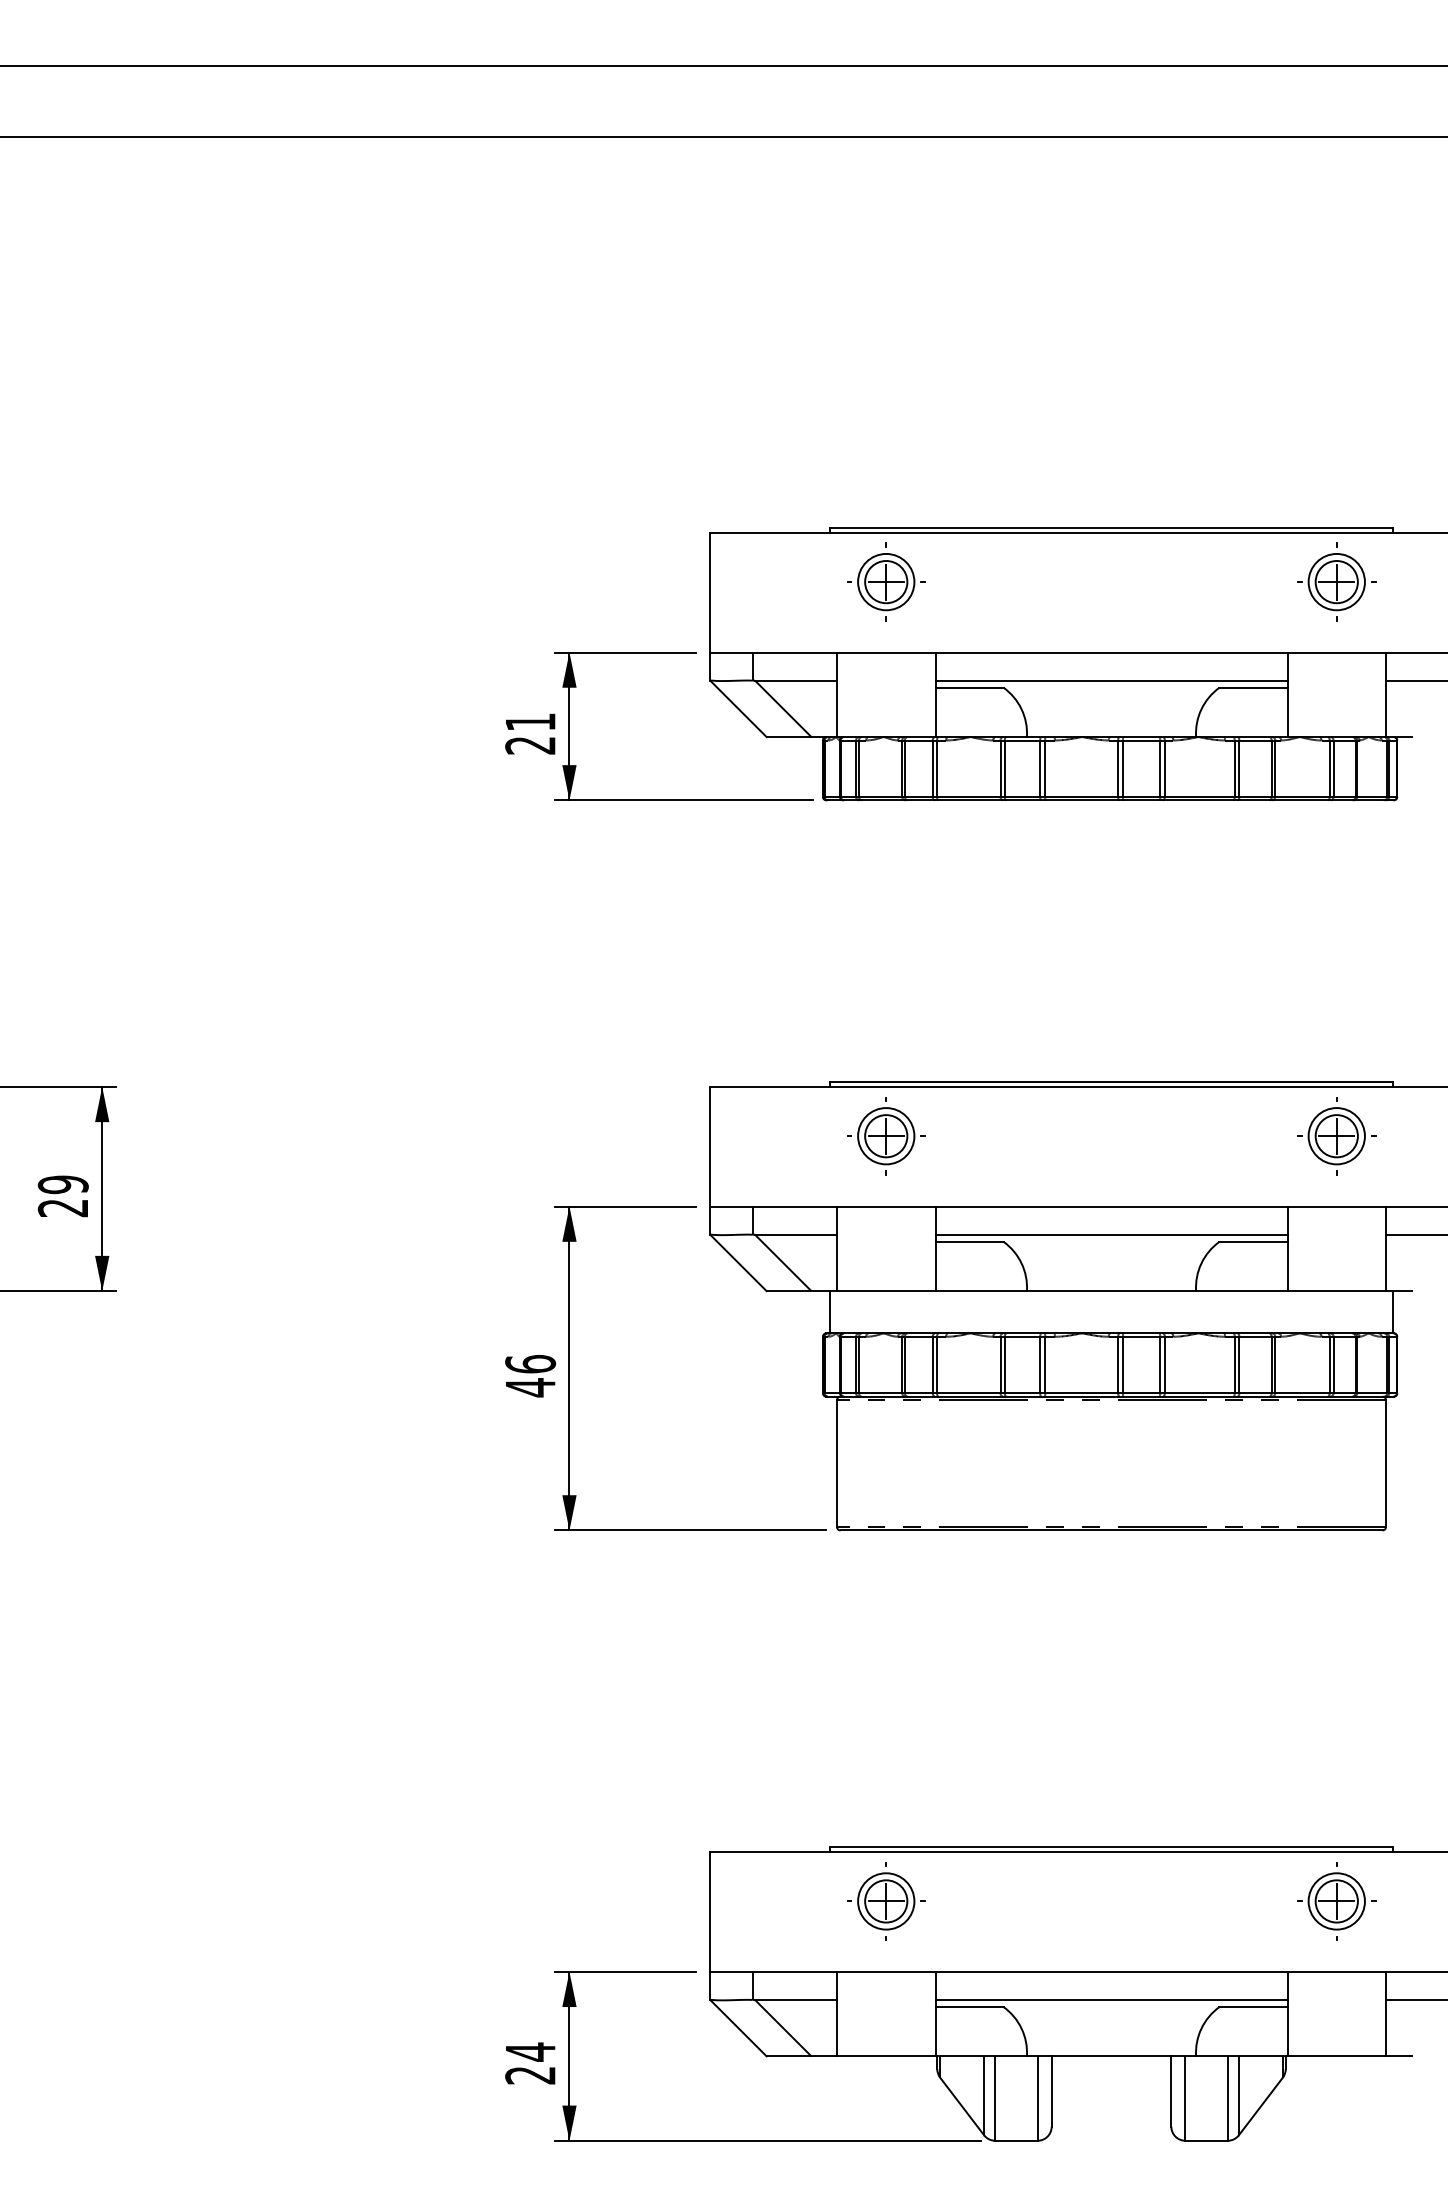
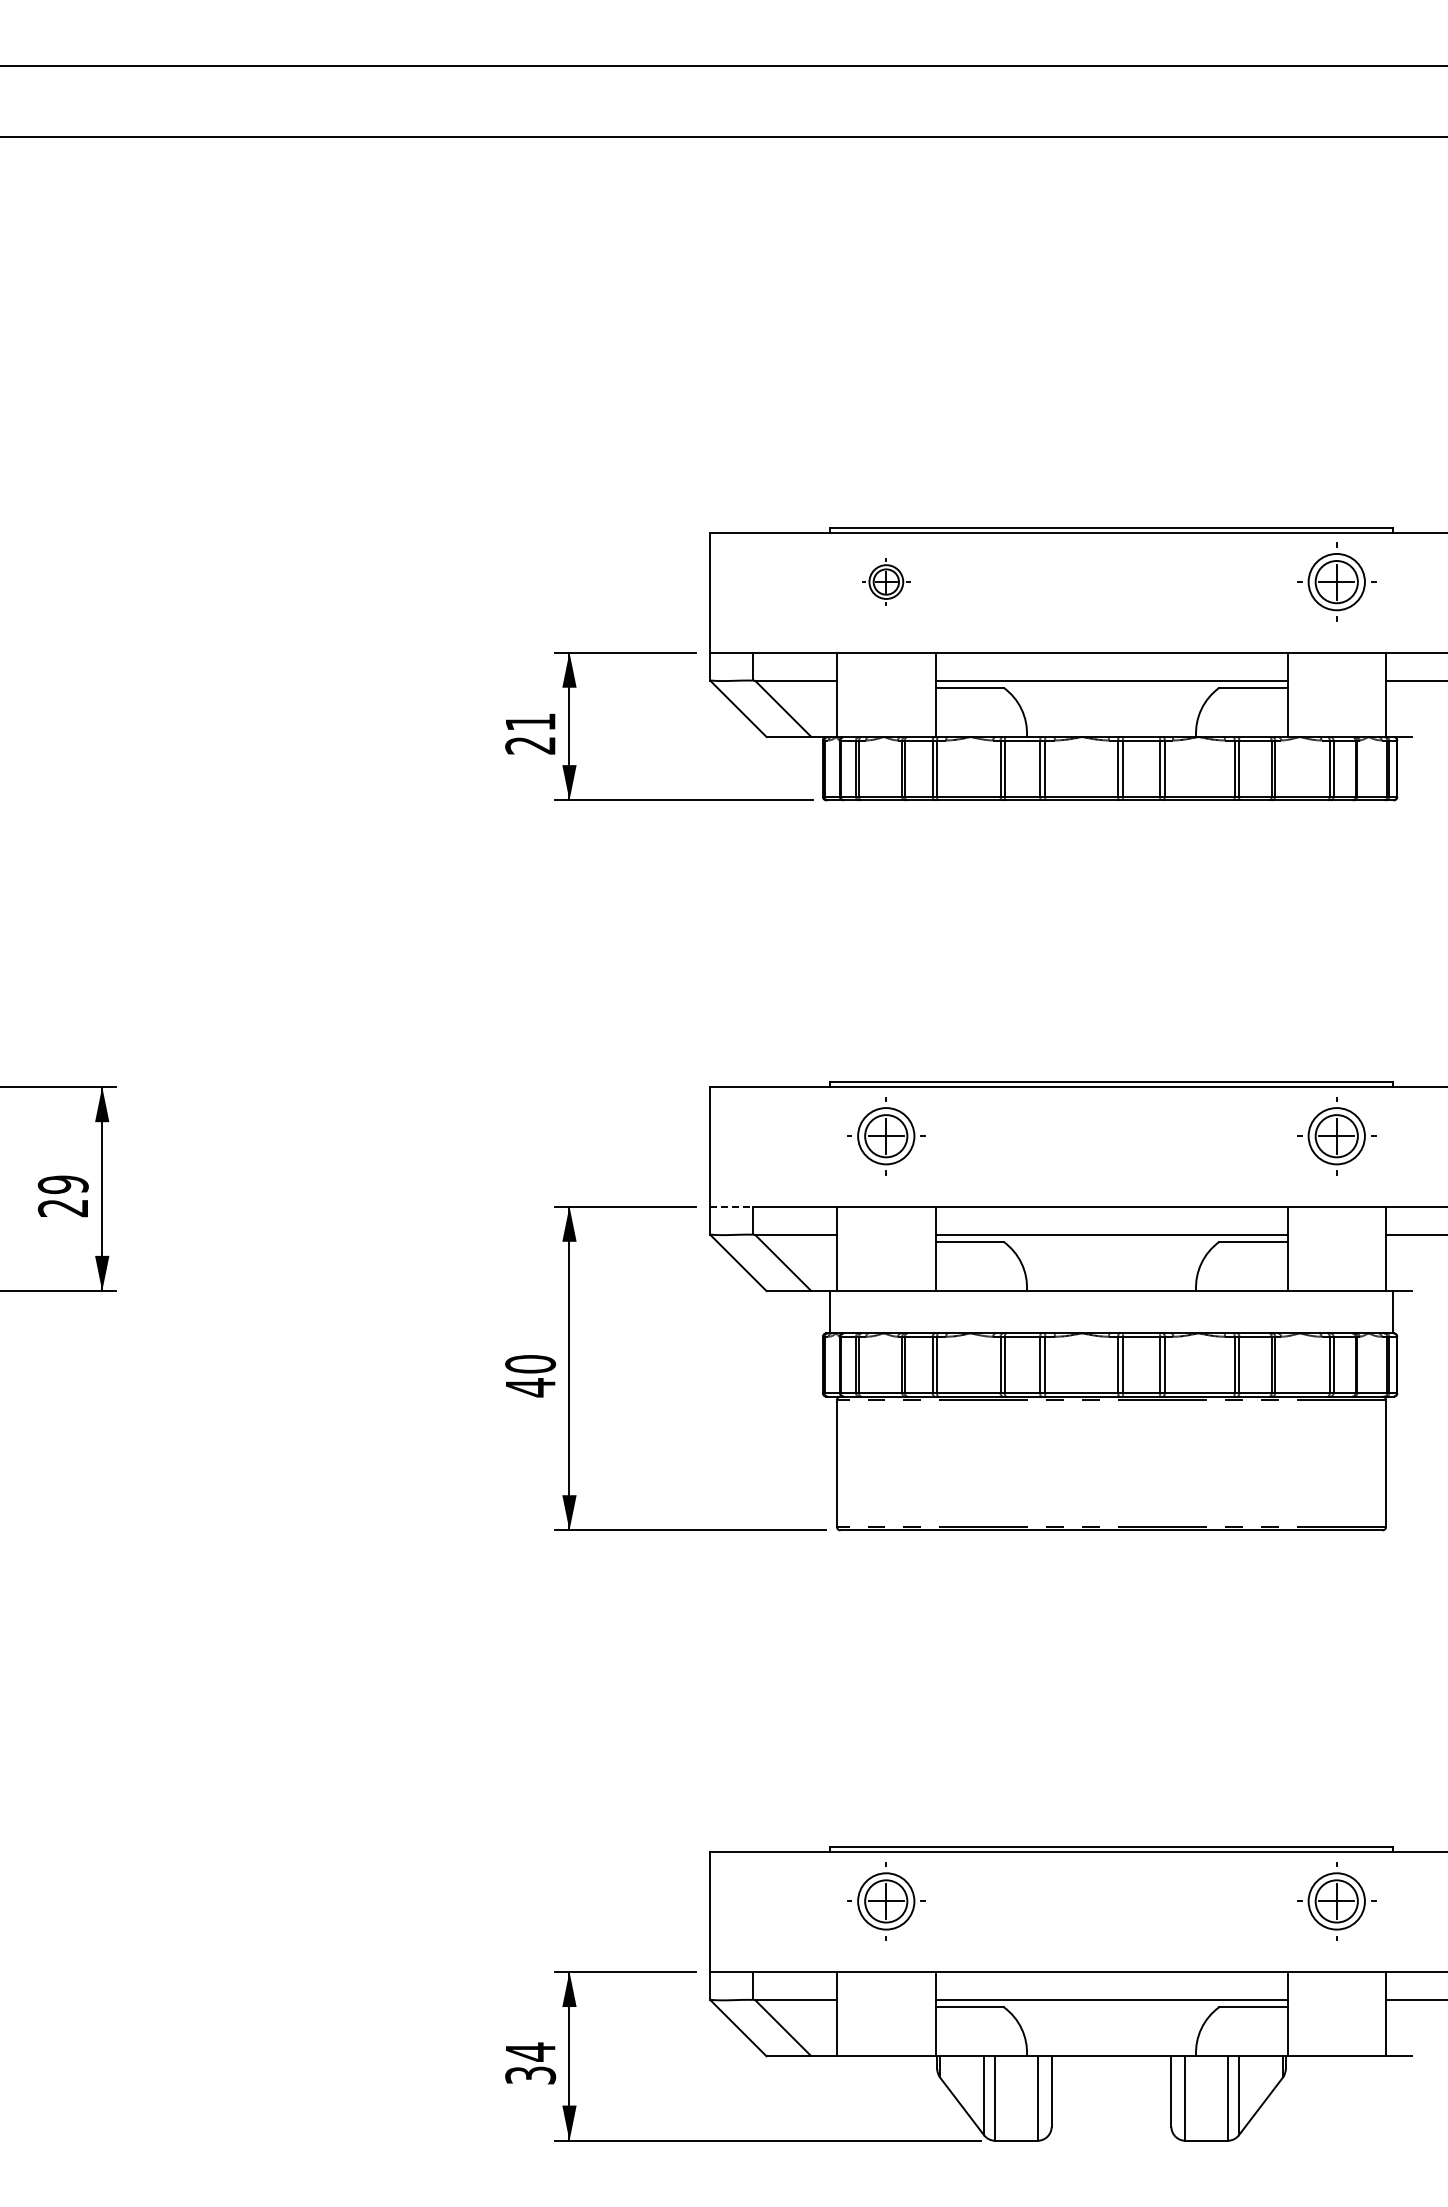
part at (886, 581) size: 79x80 px -> 49x48 px
line at (731, 1206): solid -> dashed
text at (530, 1363): 46 -> 40
text at (530, 2075): 24 -> 34
